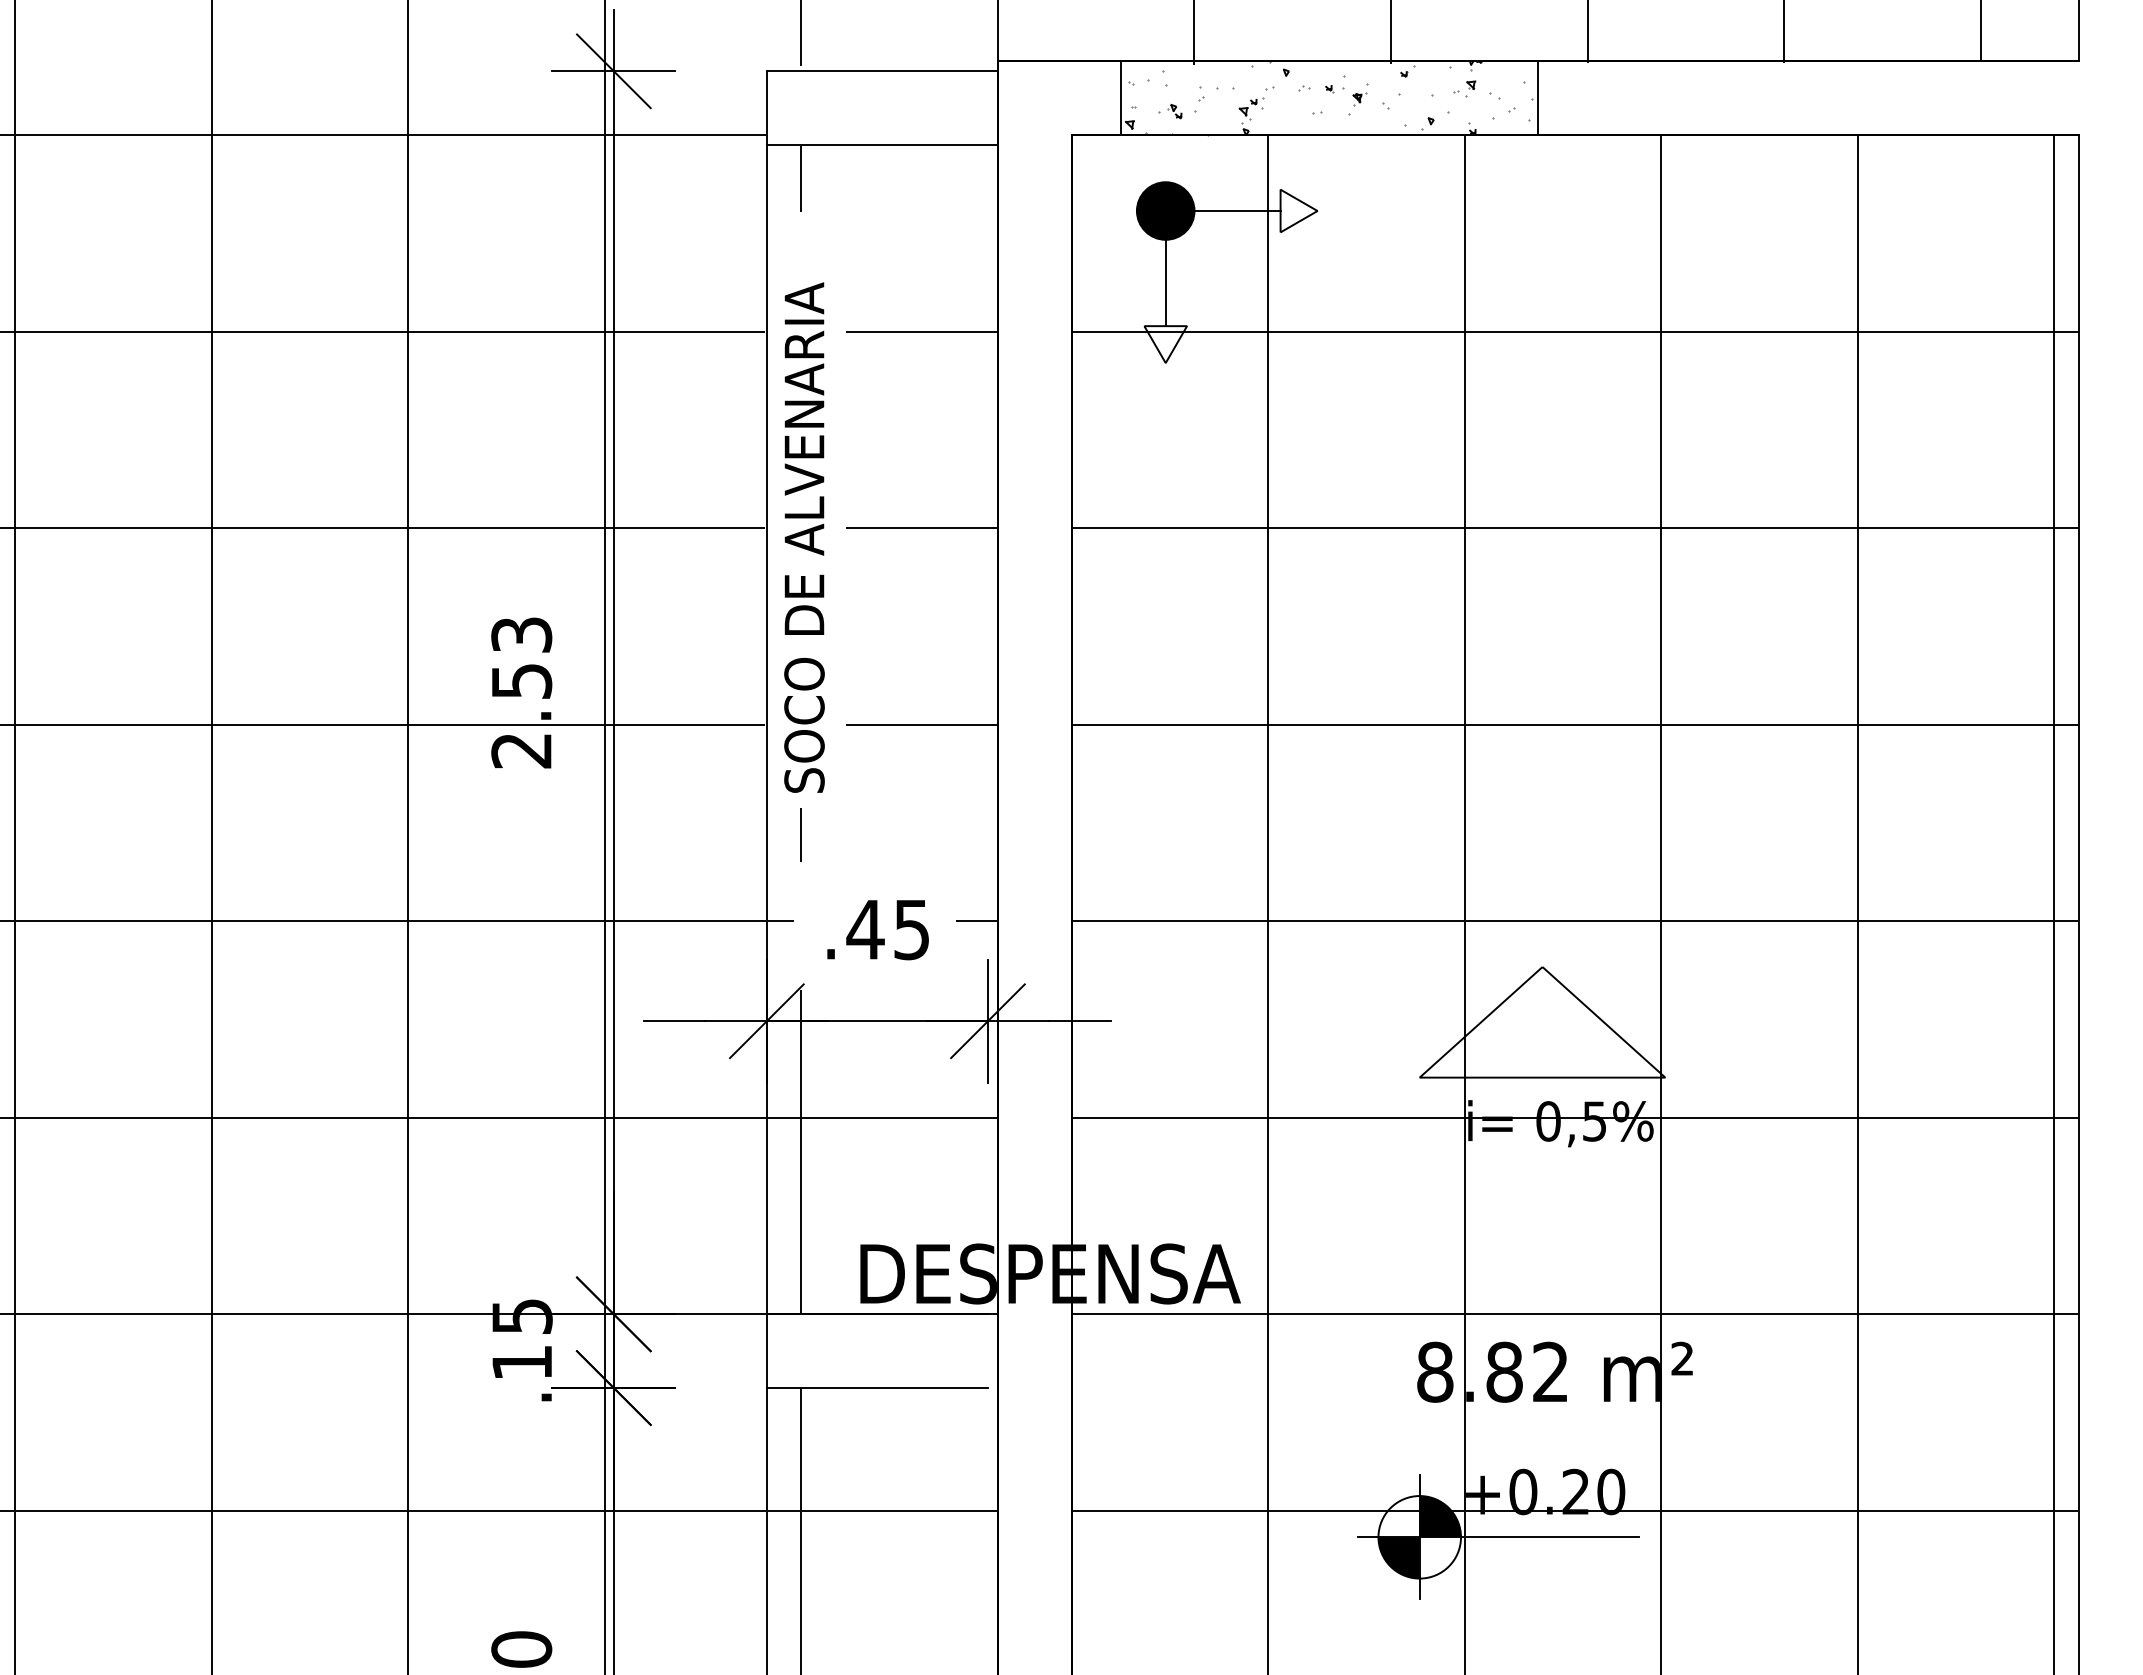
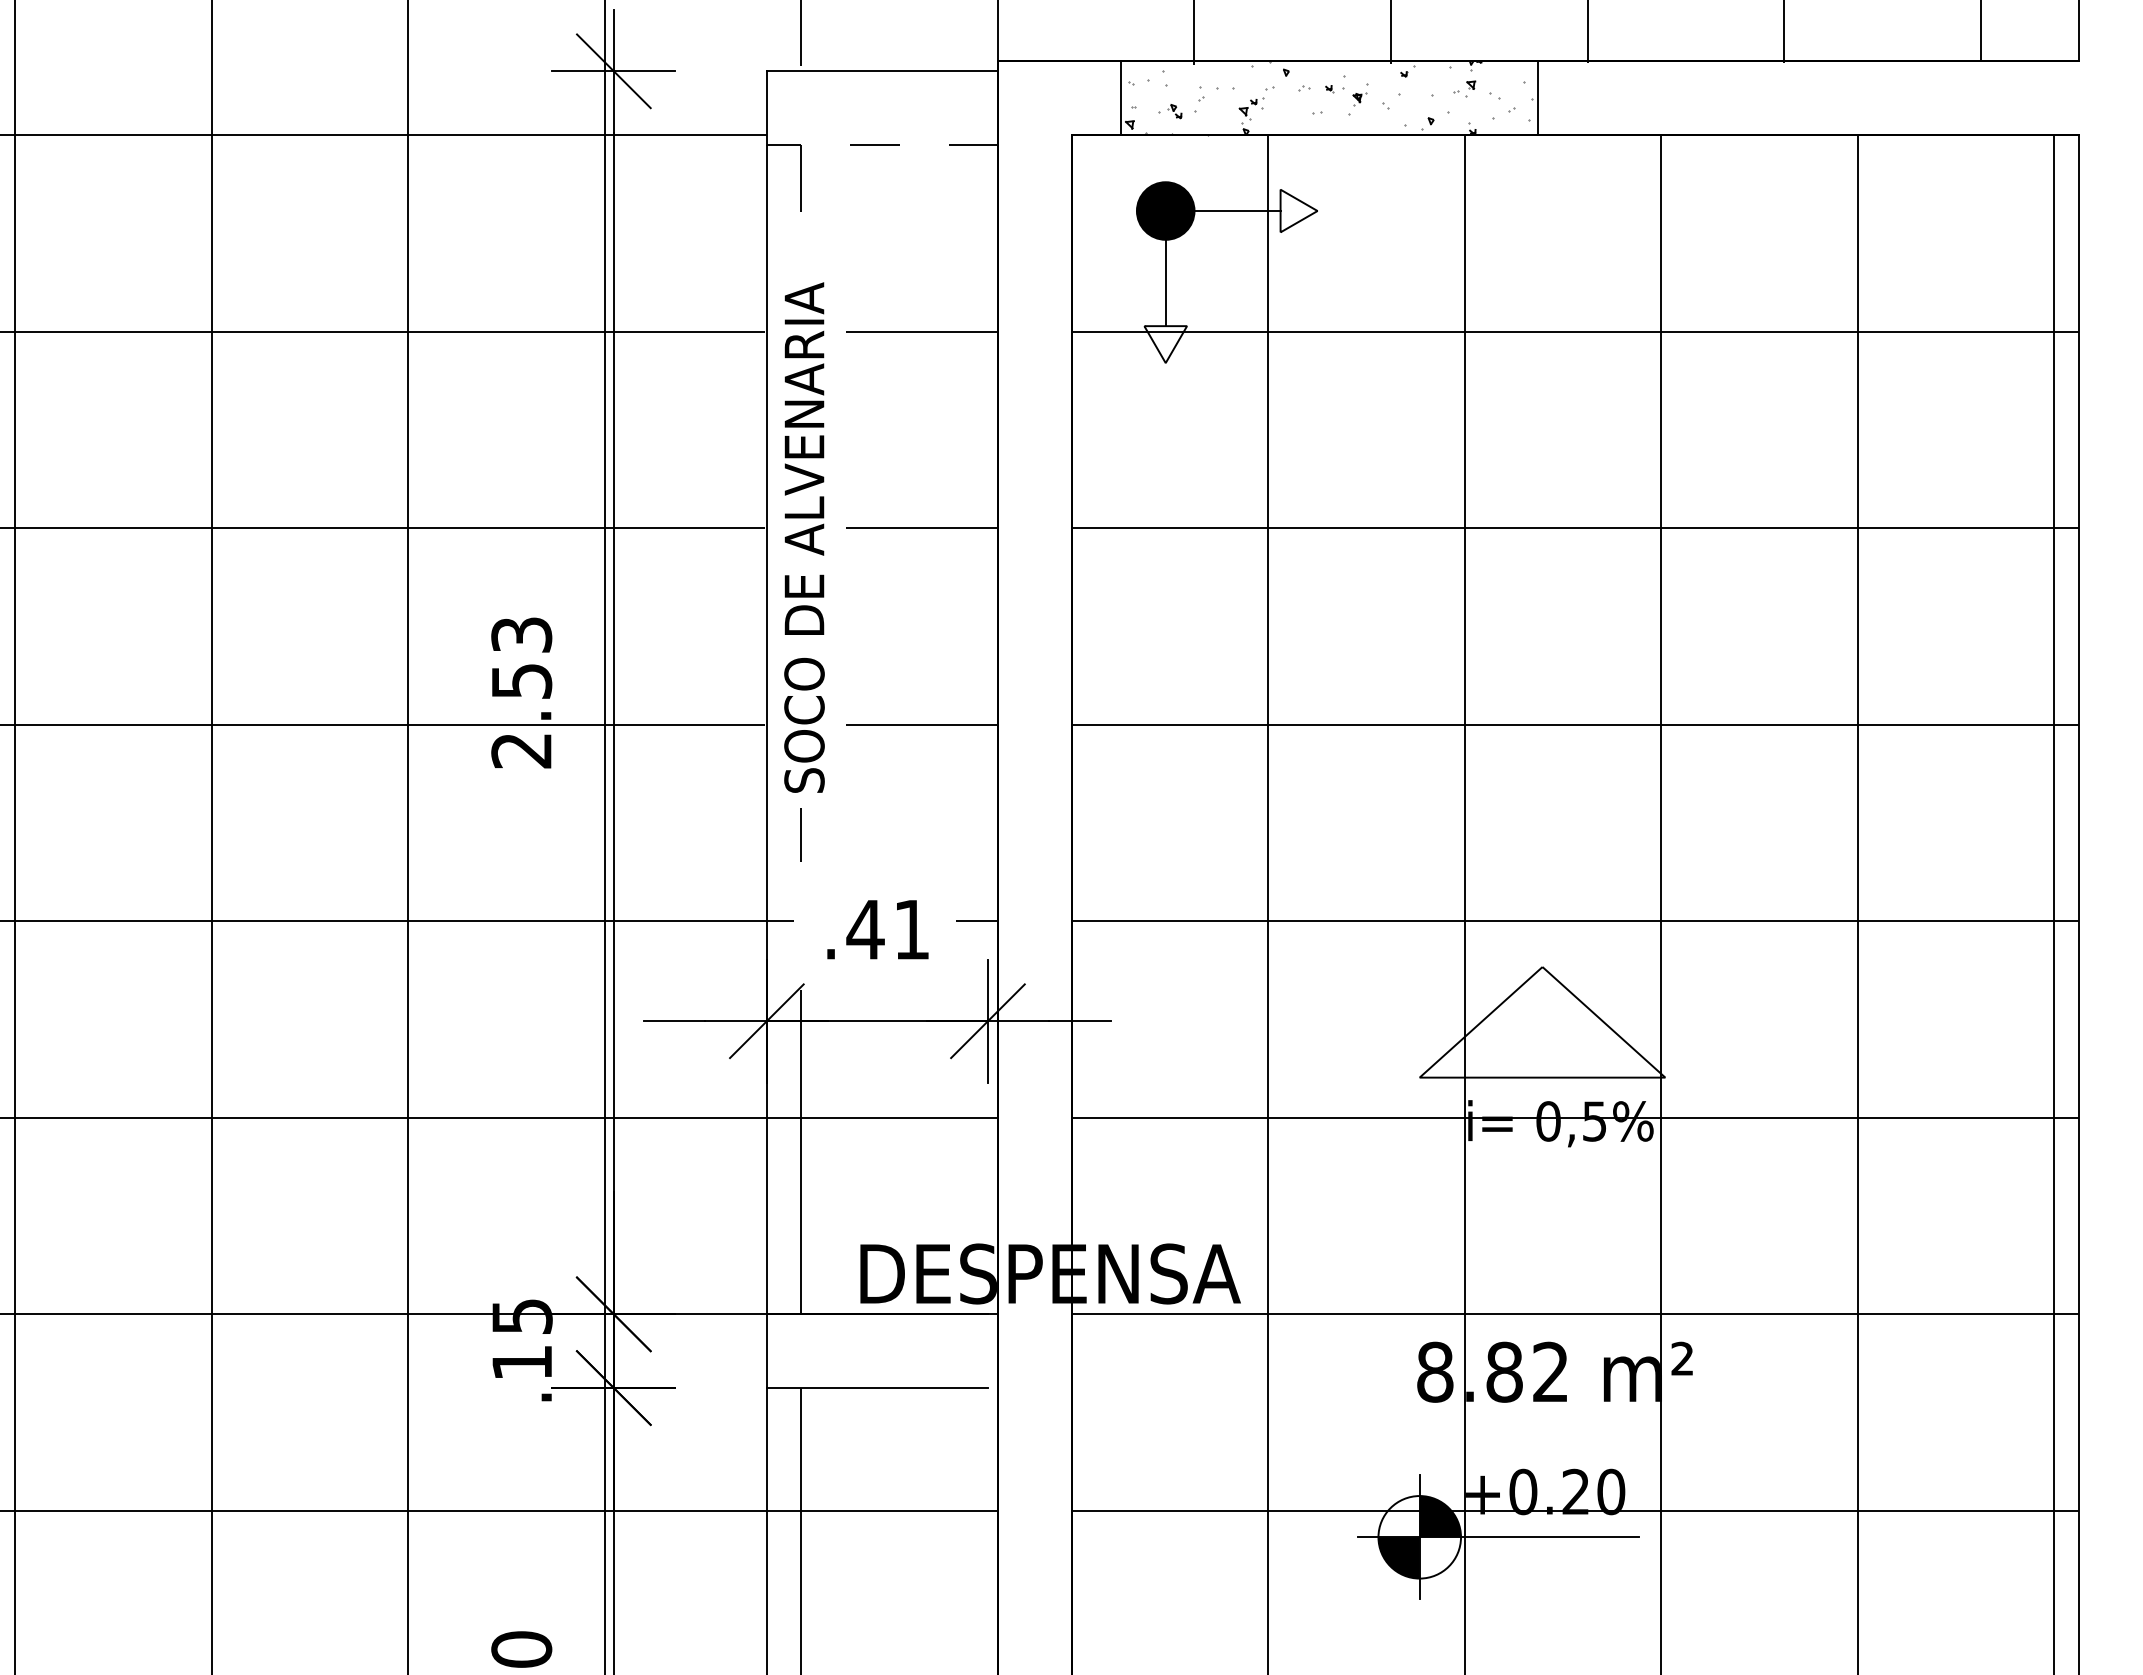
line at (881, 145): solid -> dashed
text at (911, 930): .45 -> .41
